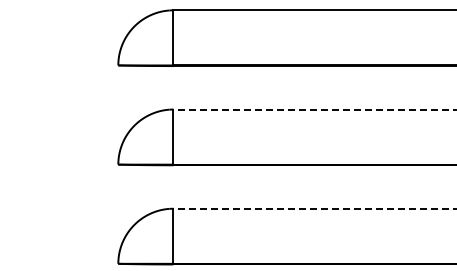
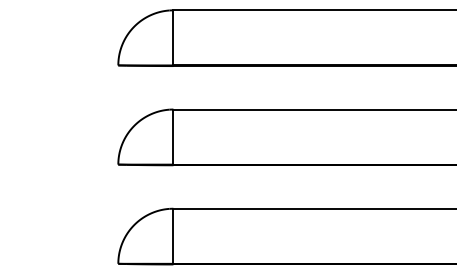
line at (314, 109): dashed -> solid
line at (314, 208): dashed -> solid
